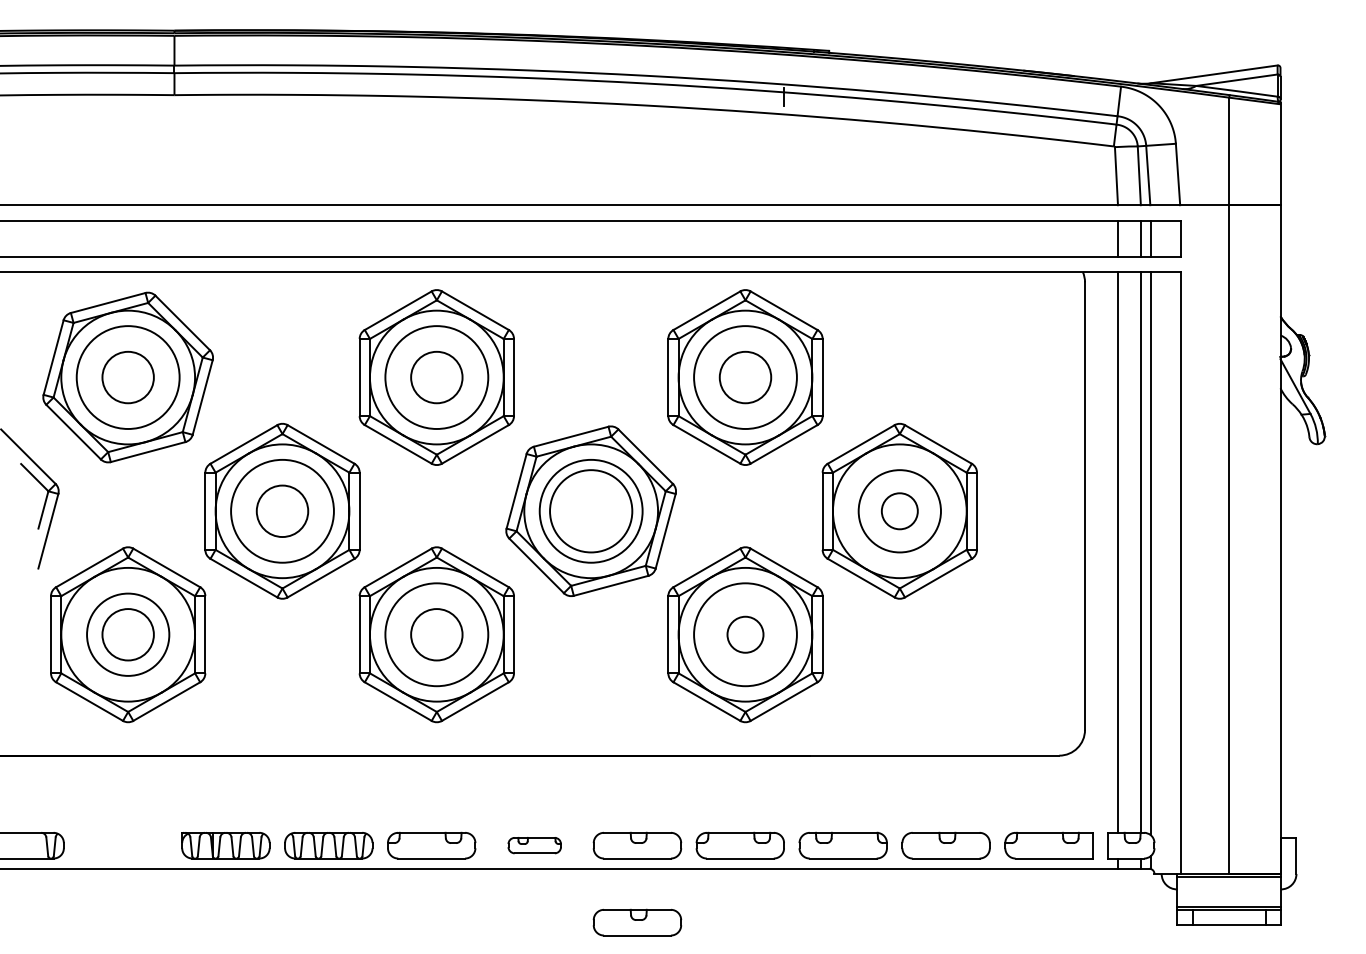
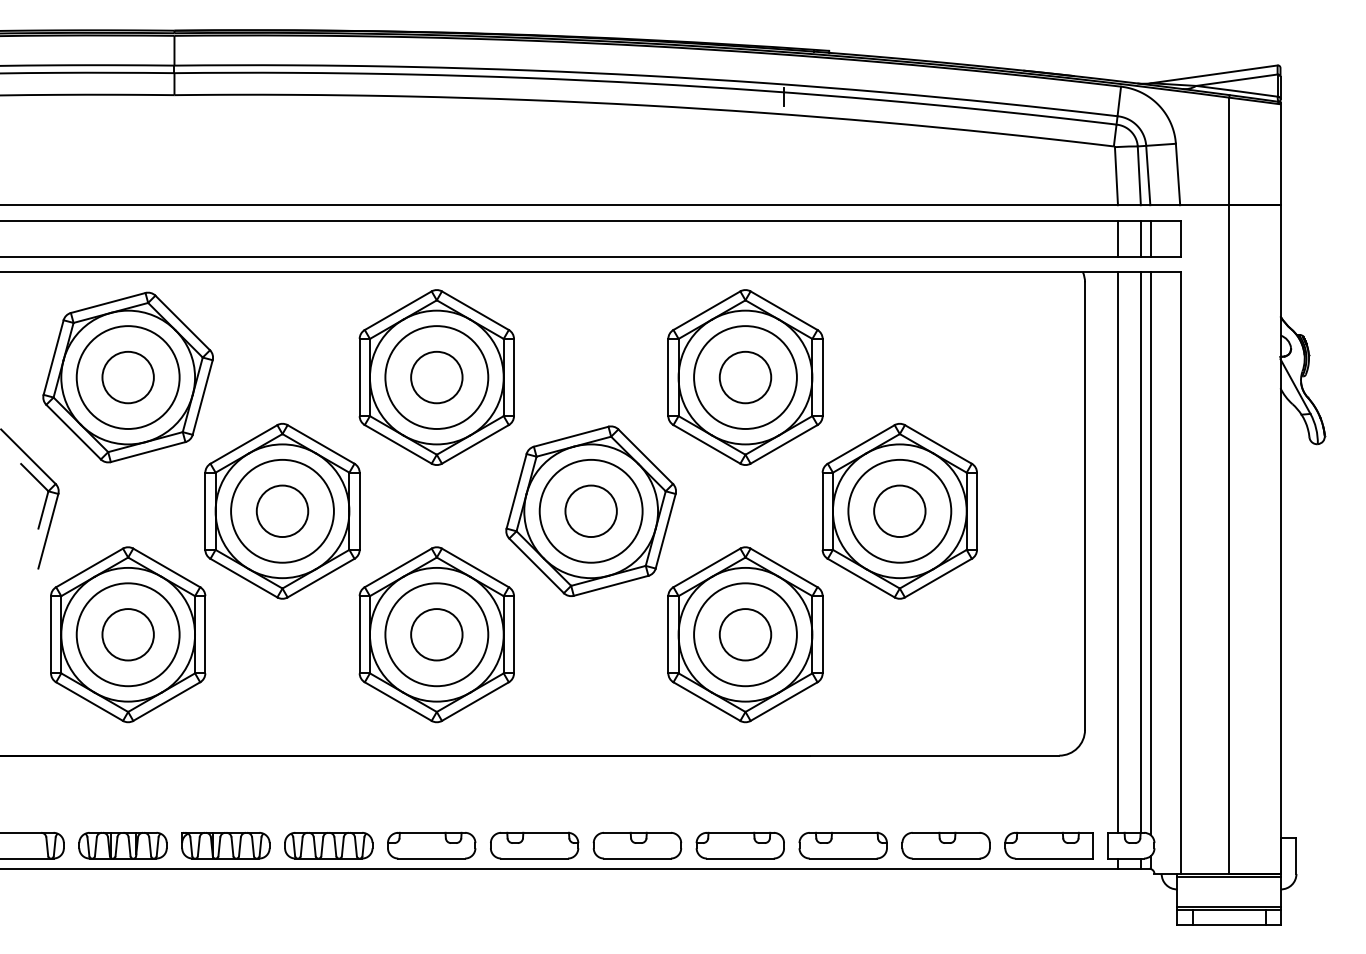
circle at (591, 511) diameter: 82 px -> 51 px
circle at (899, 511) diameter: 36 px -> 51 px
circle at (899, 511) diameter: 82 px -> 103 px
circle at (128, 634) diameter: 82 px -> 103 px
circle at (745, 634) diameter: 36 px -> 51 px
part at (122, 845): none -> present
part at (534, 845) size: 55x18 px -> 90x29 px
part at (637, 922): present -> none
